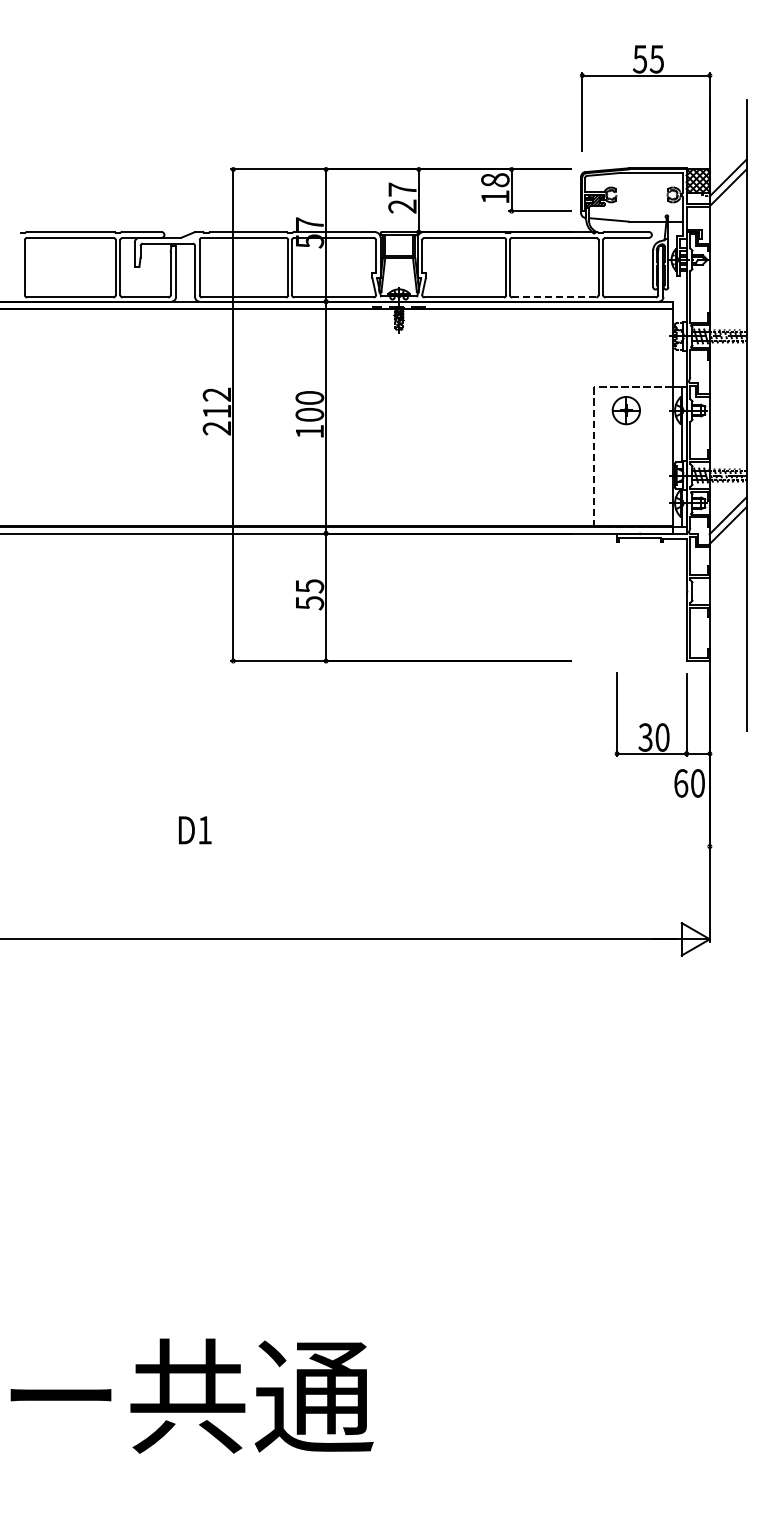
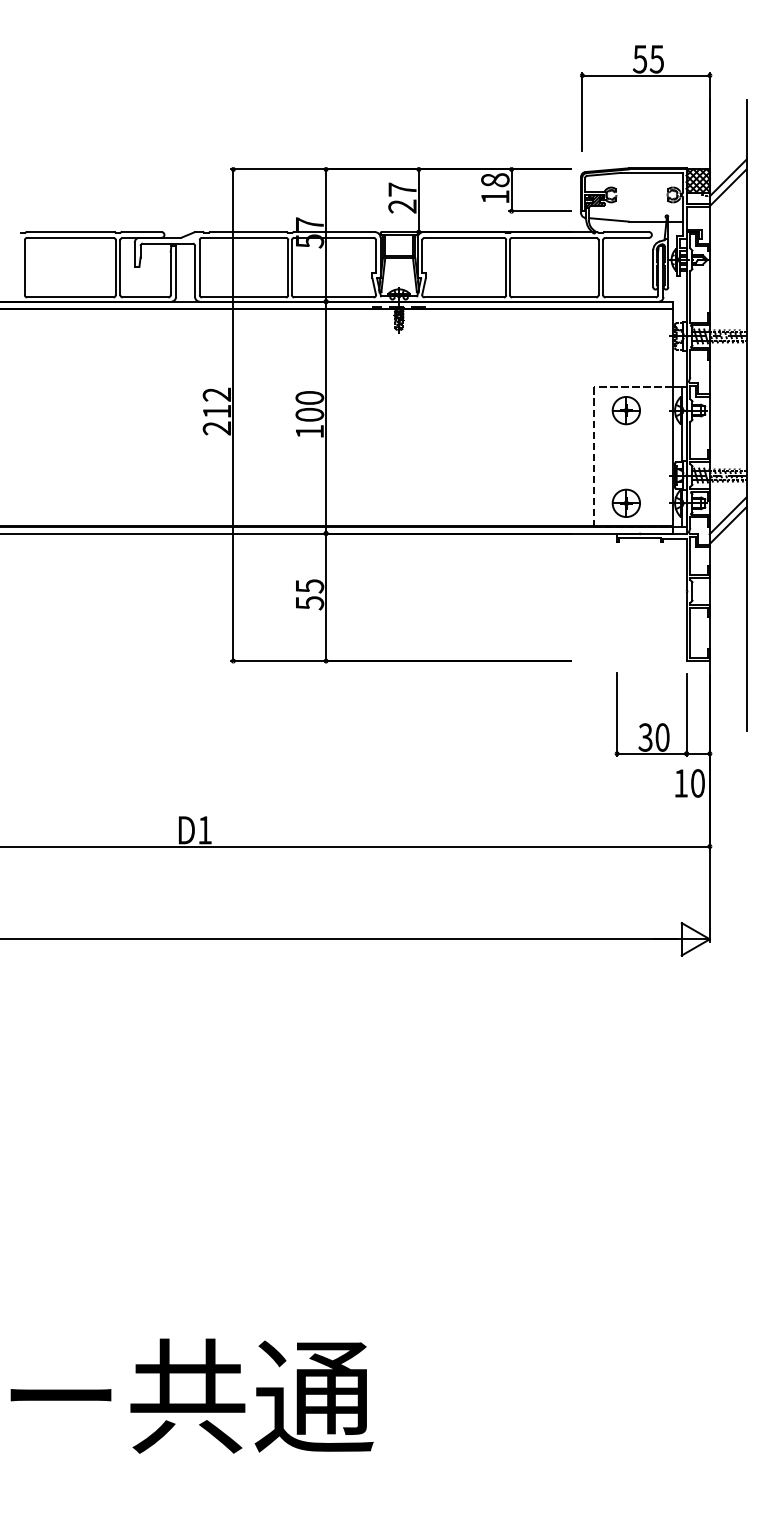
line at (554, 297): dashed -> solid
part at (625, 502): none -> present
text at (681, 783): 60 -> 10
line at (355, 846): none -> present
